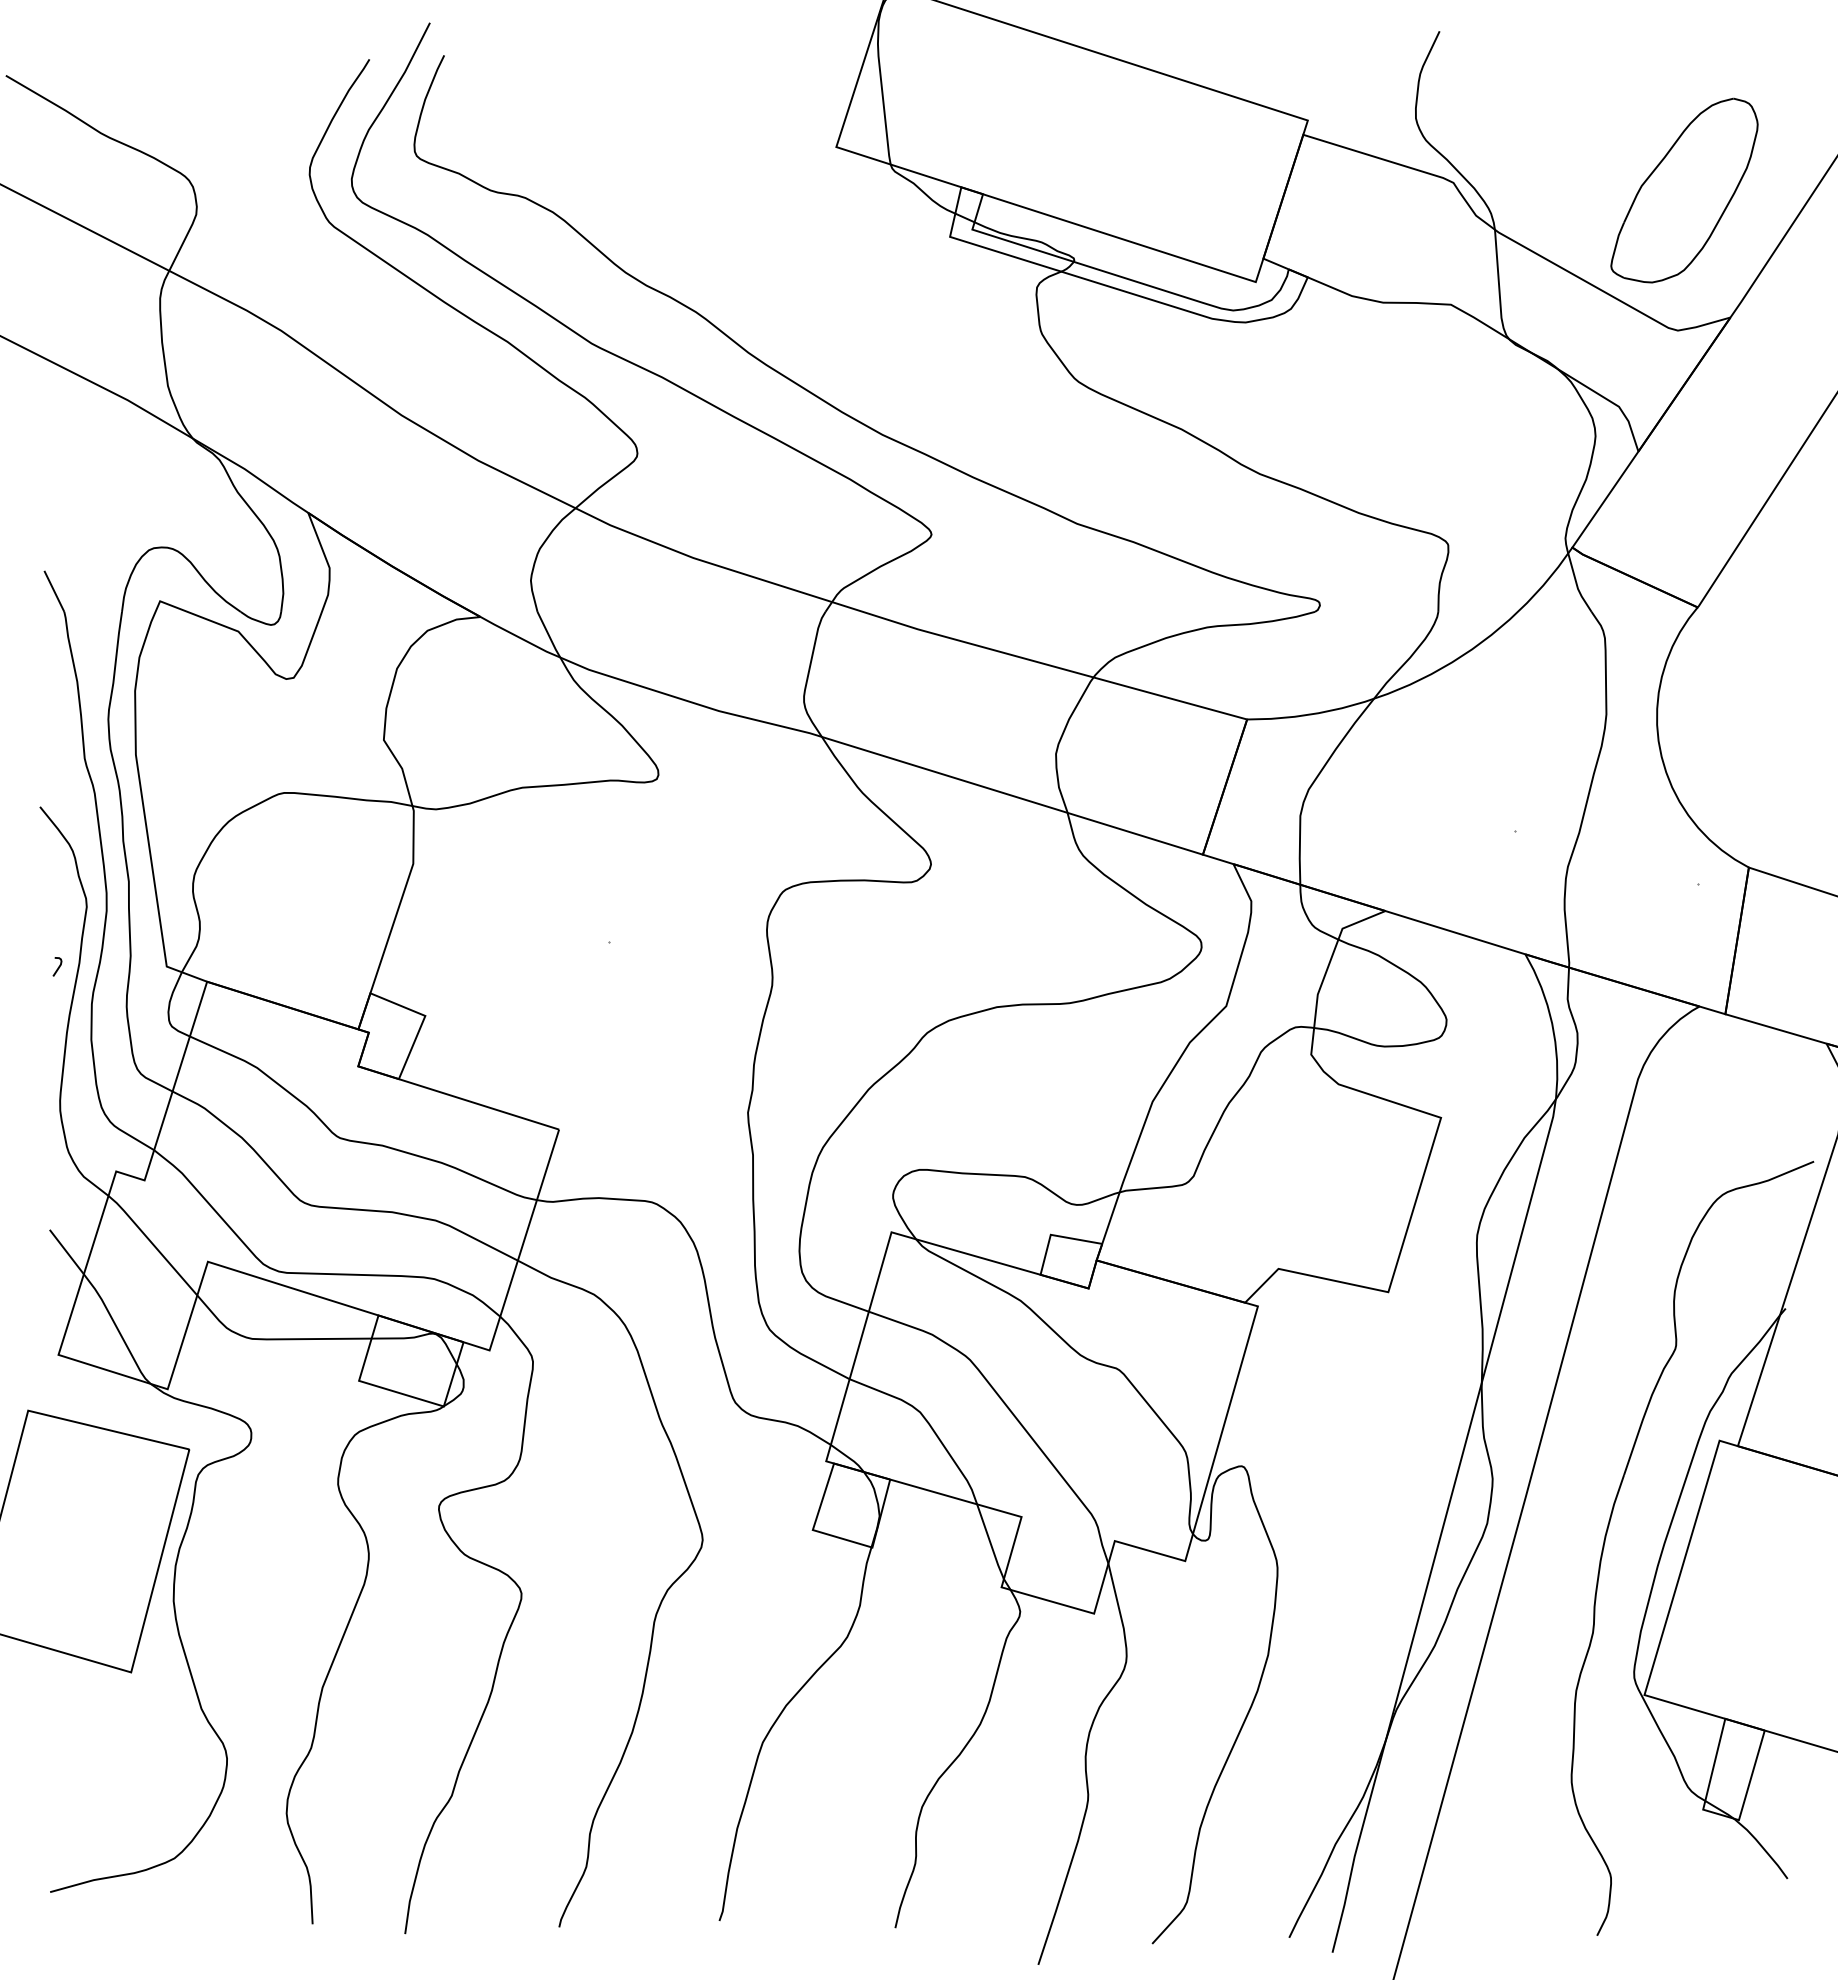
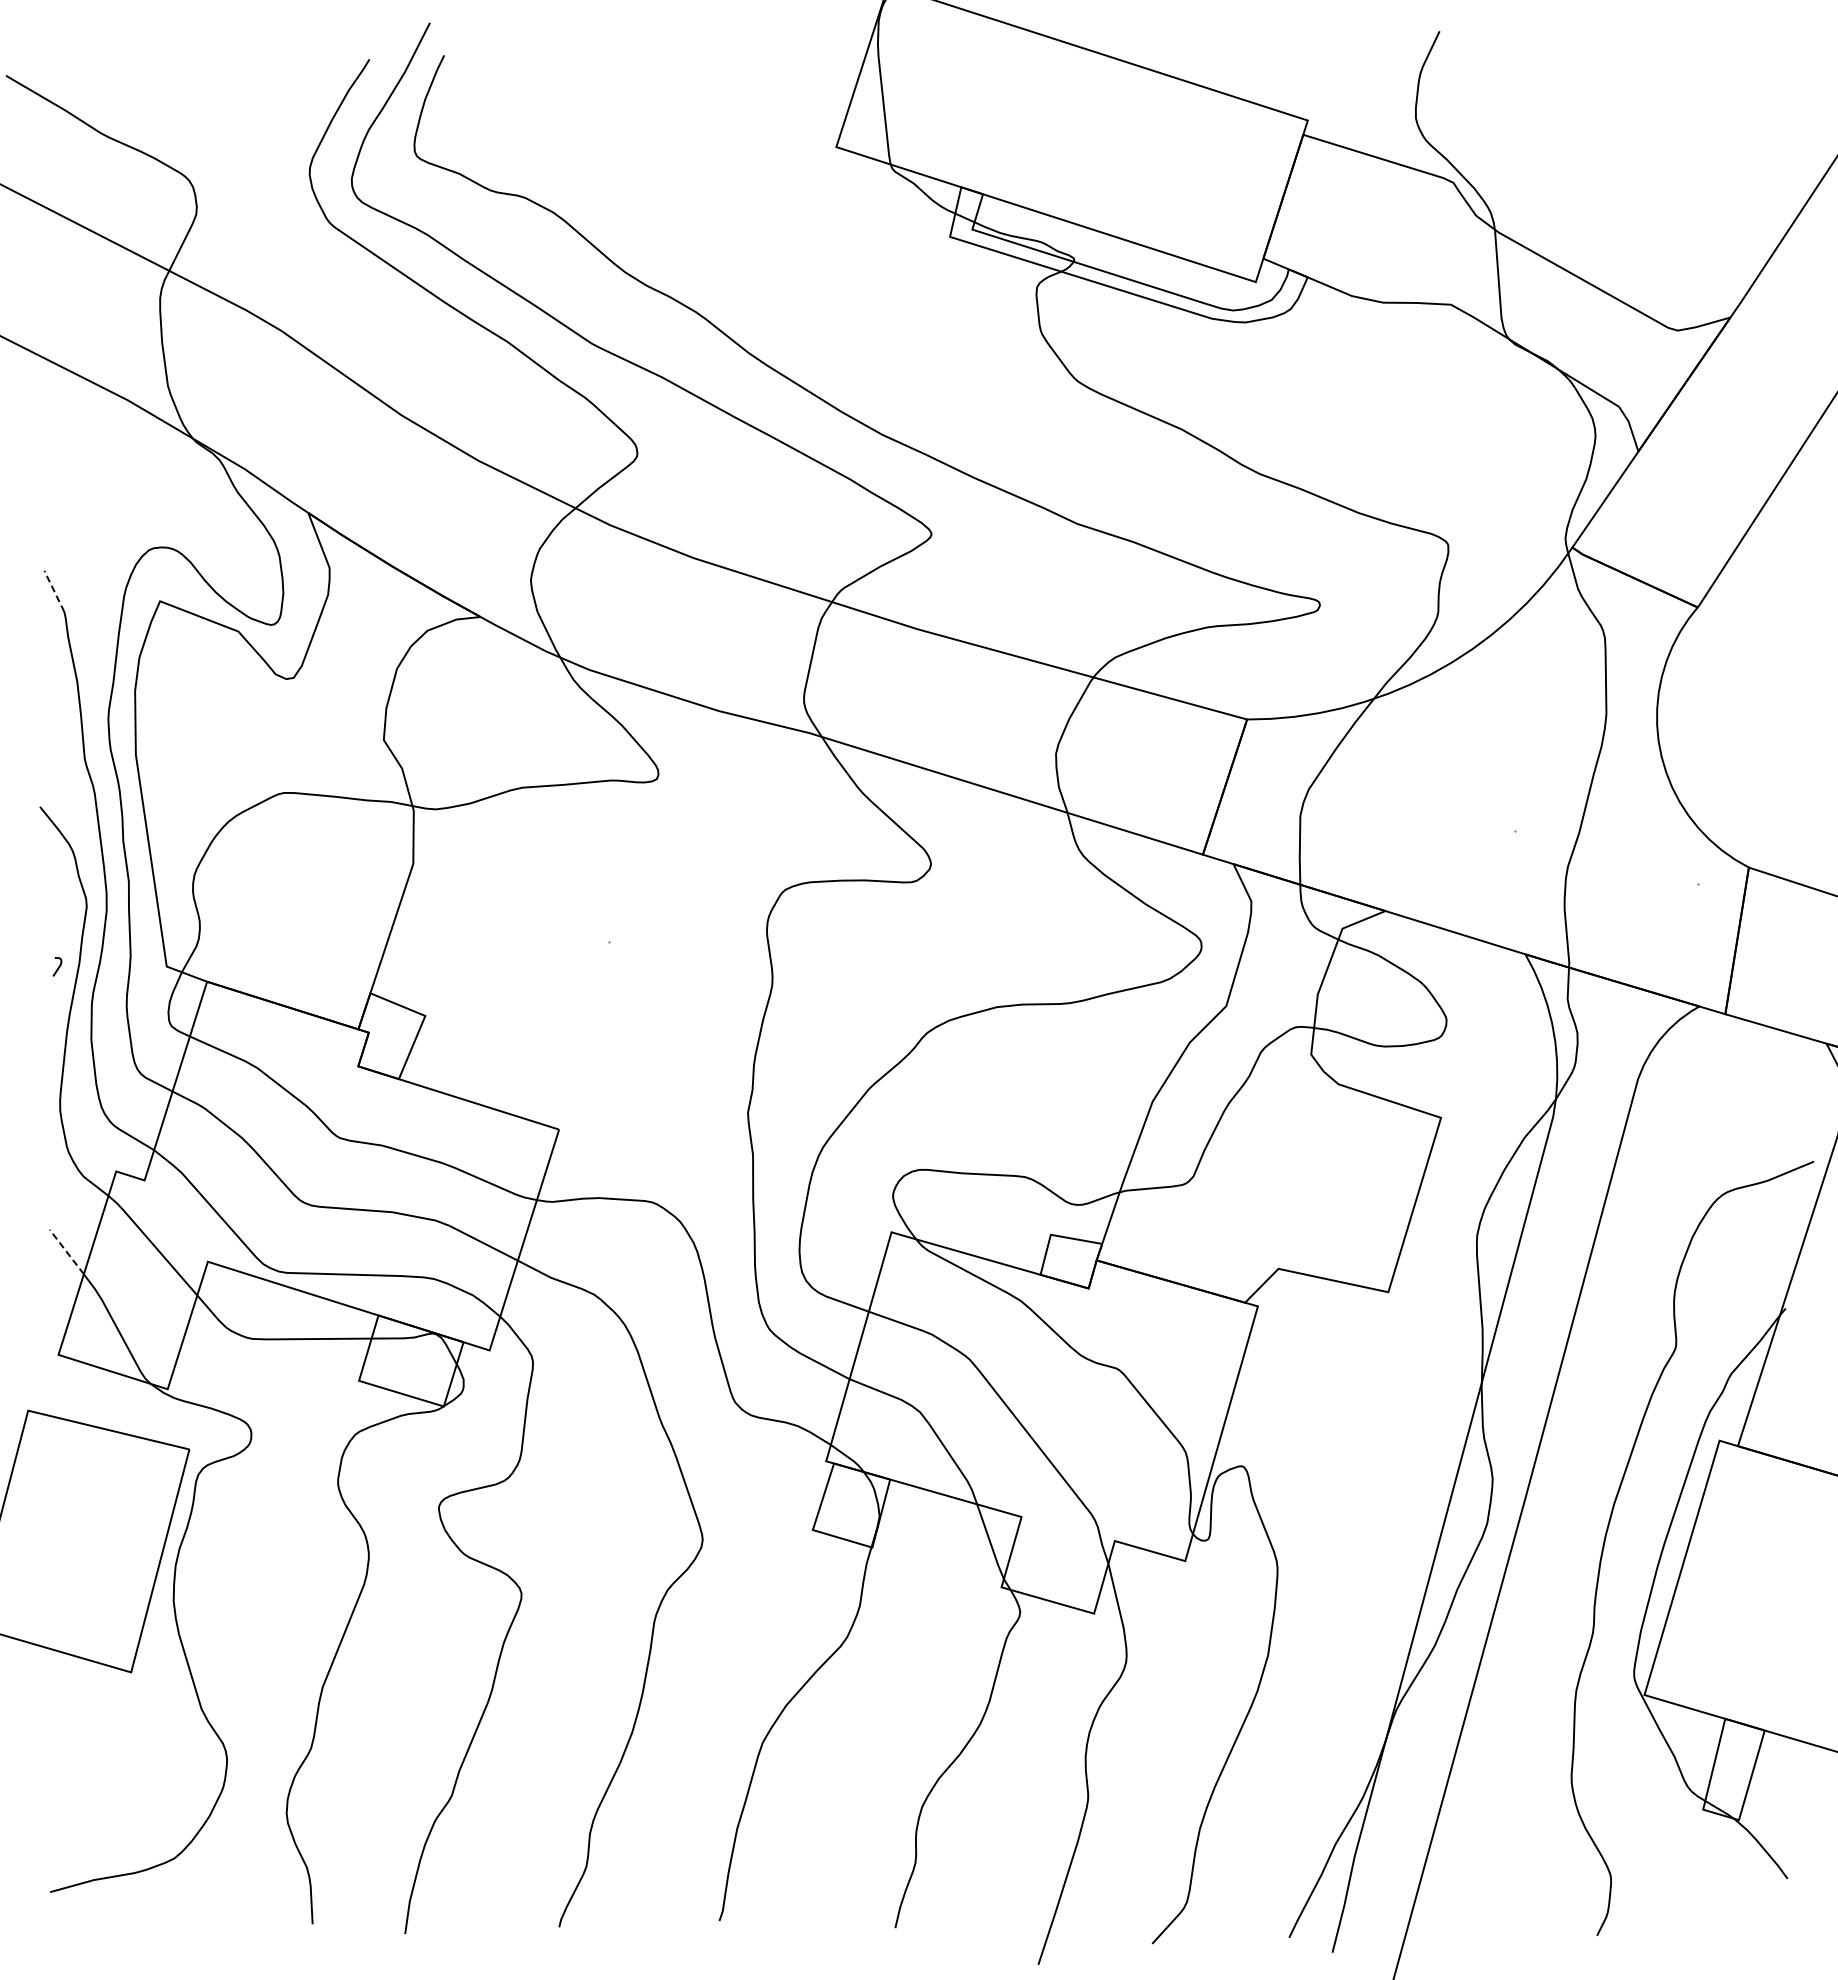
part at (1684, 190): present -> none
line at (54, 591): solid -> dashed
line at (66, 1252): solid -> dashed
